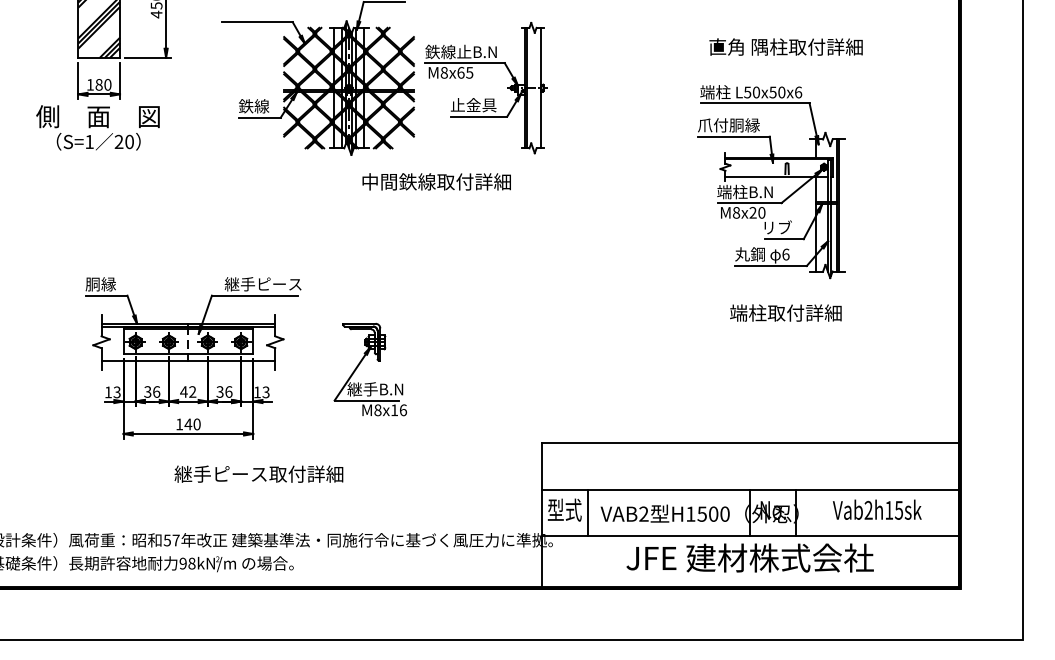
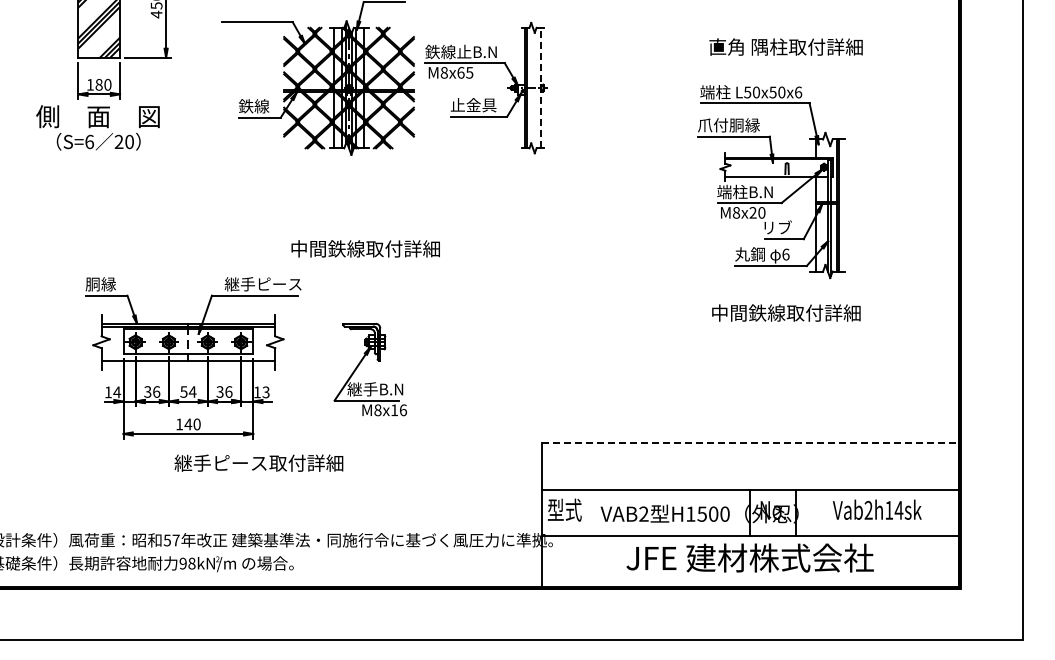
line at (541, 87): solid -> dashed
text at (89, 141): S=1 -> S=6
text at (436, 181) position: (436, 181) -> (365, 248)
text at (786, 312): 端柱取付詳細 -> 中間鉄線取付詳細
text at (188, 391): 42 -> 54
text at (117, 392): 13 -> 14
line at (750, 443): solid -> dashed
text at (258, 473) position: (258, 473) -> (258, 462)
text at (898, 510): Vab2h15sk -> Vab2h14sk
line at (587, 512): present -> none
